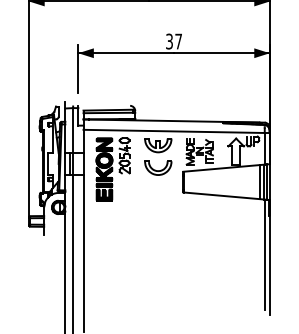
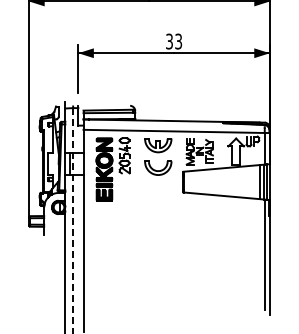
text at (178, 41): 37 -> 33
line at (73, 220): solid -> dashed
